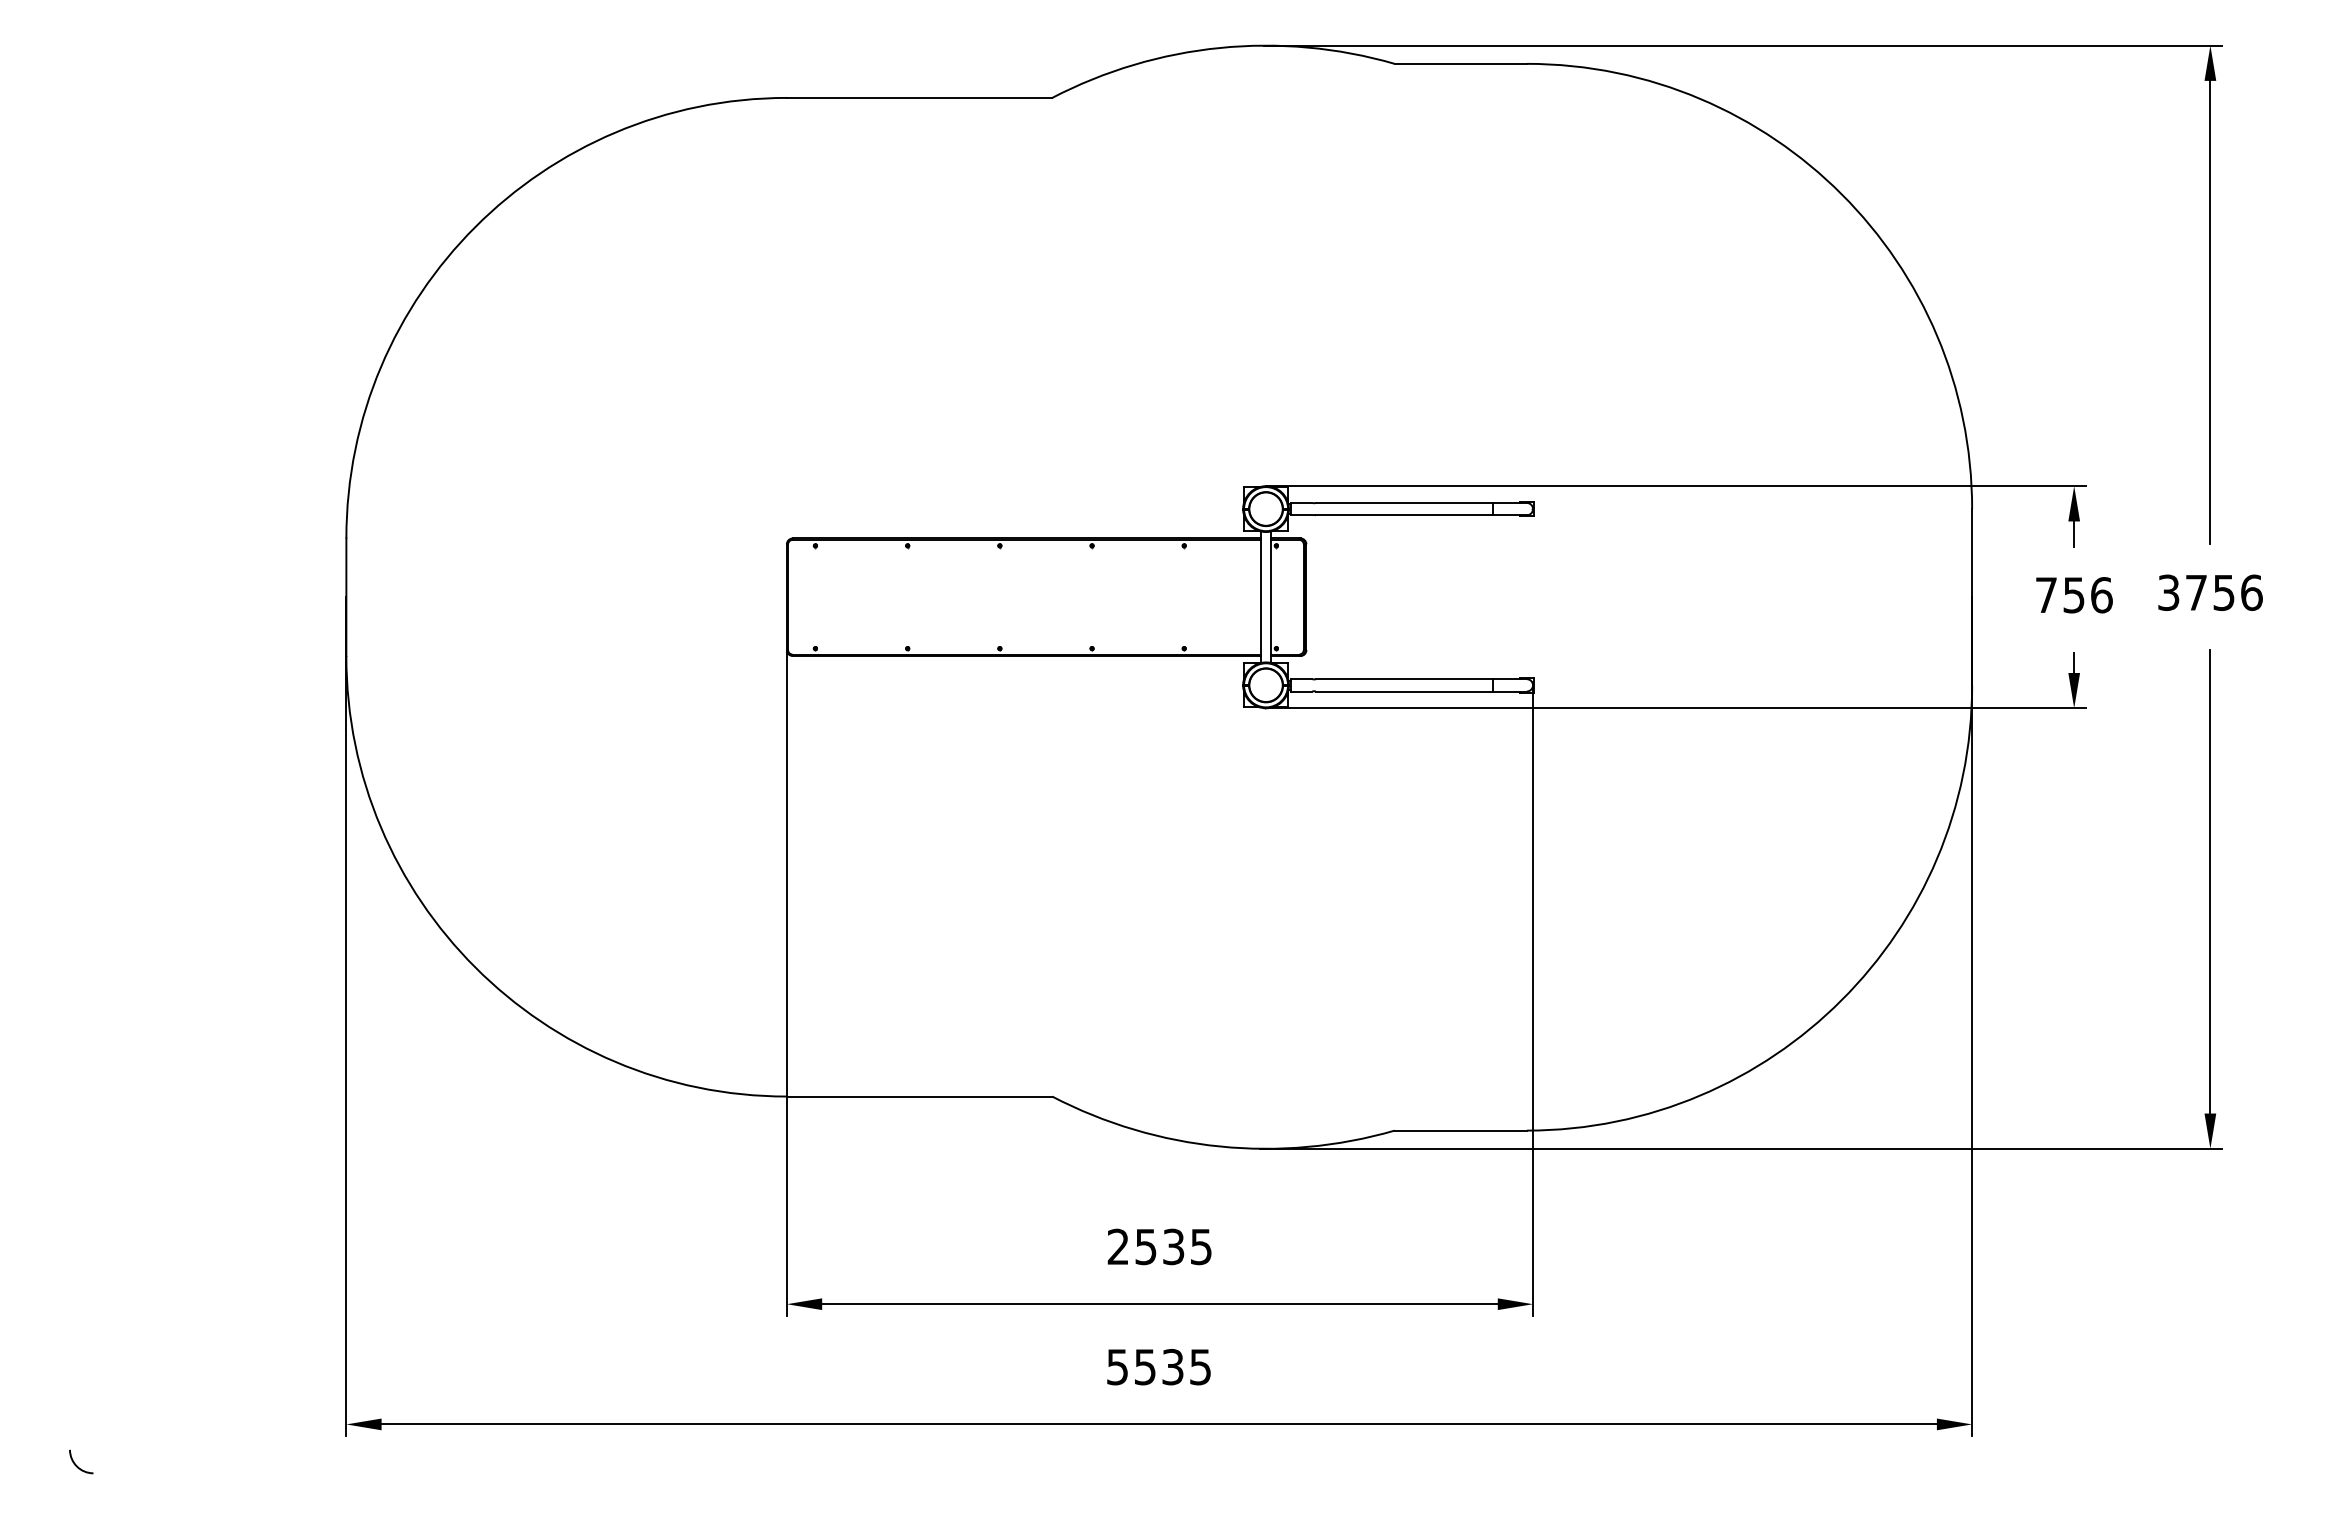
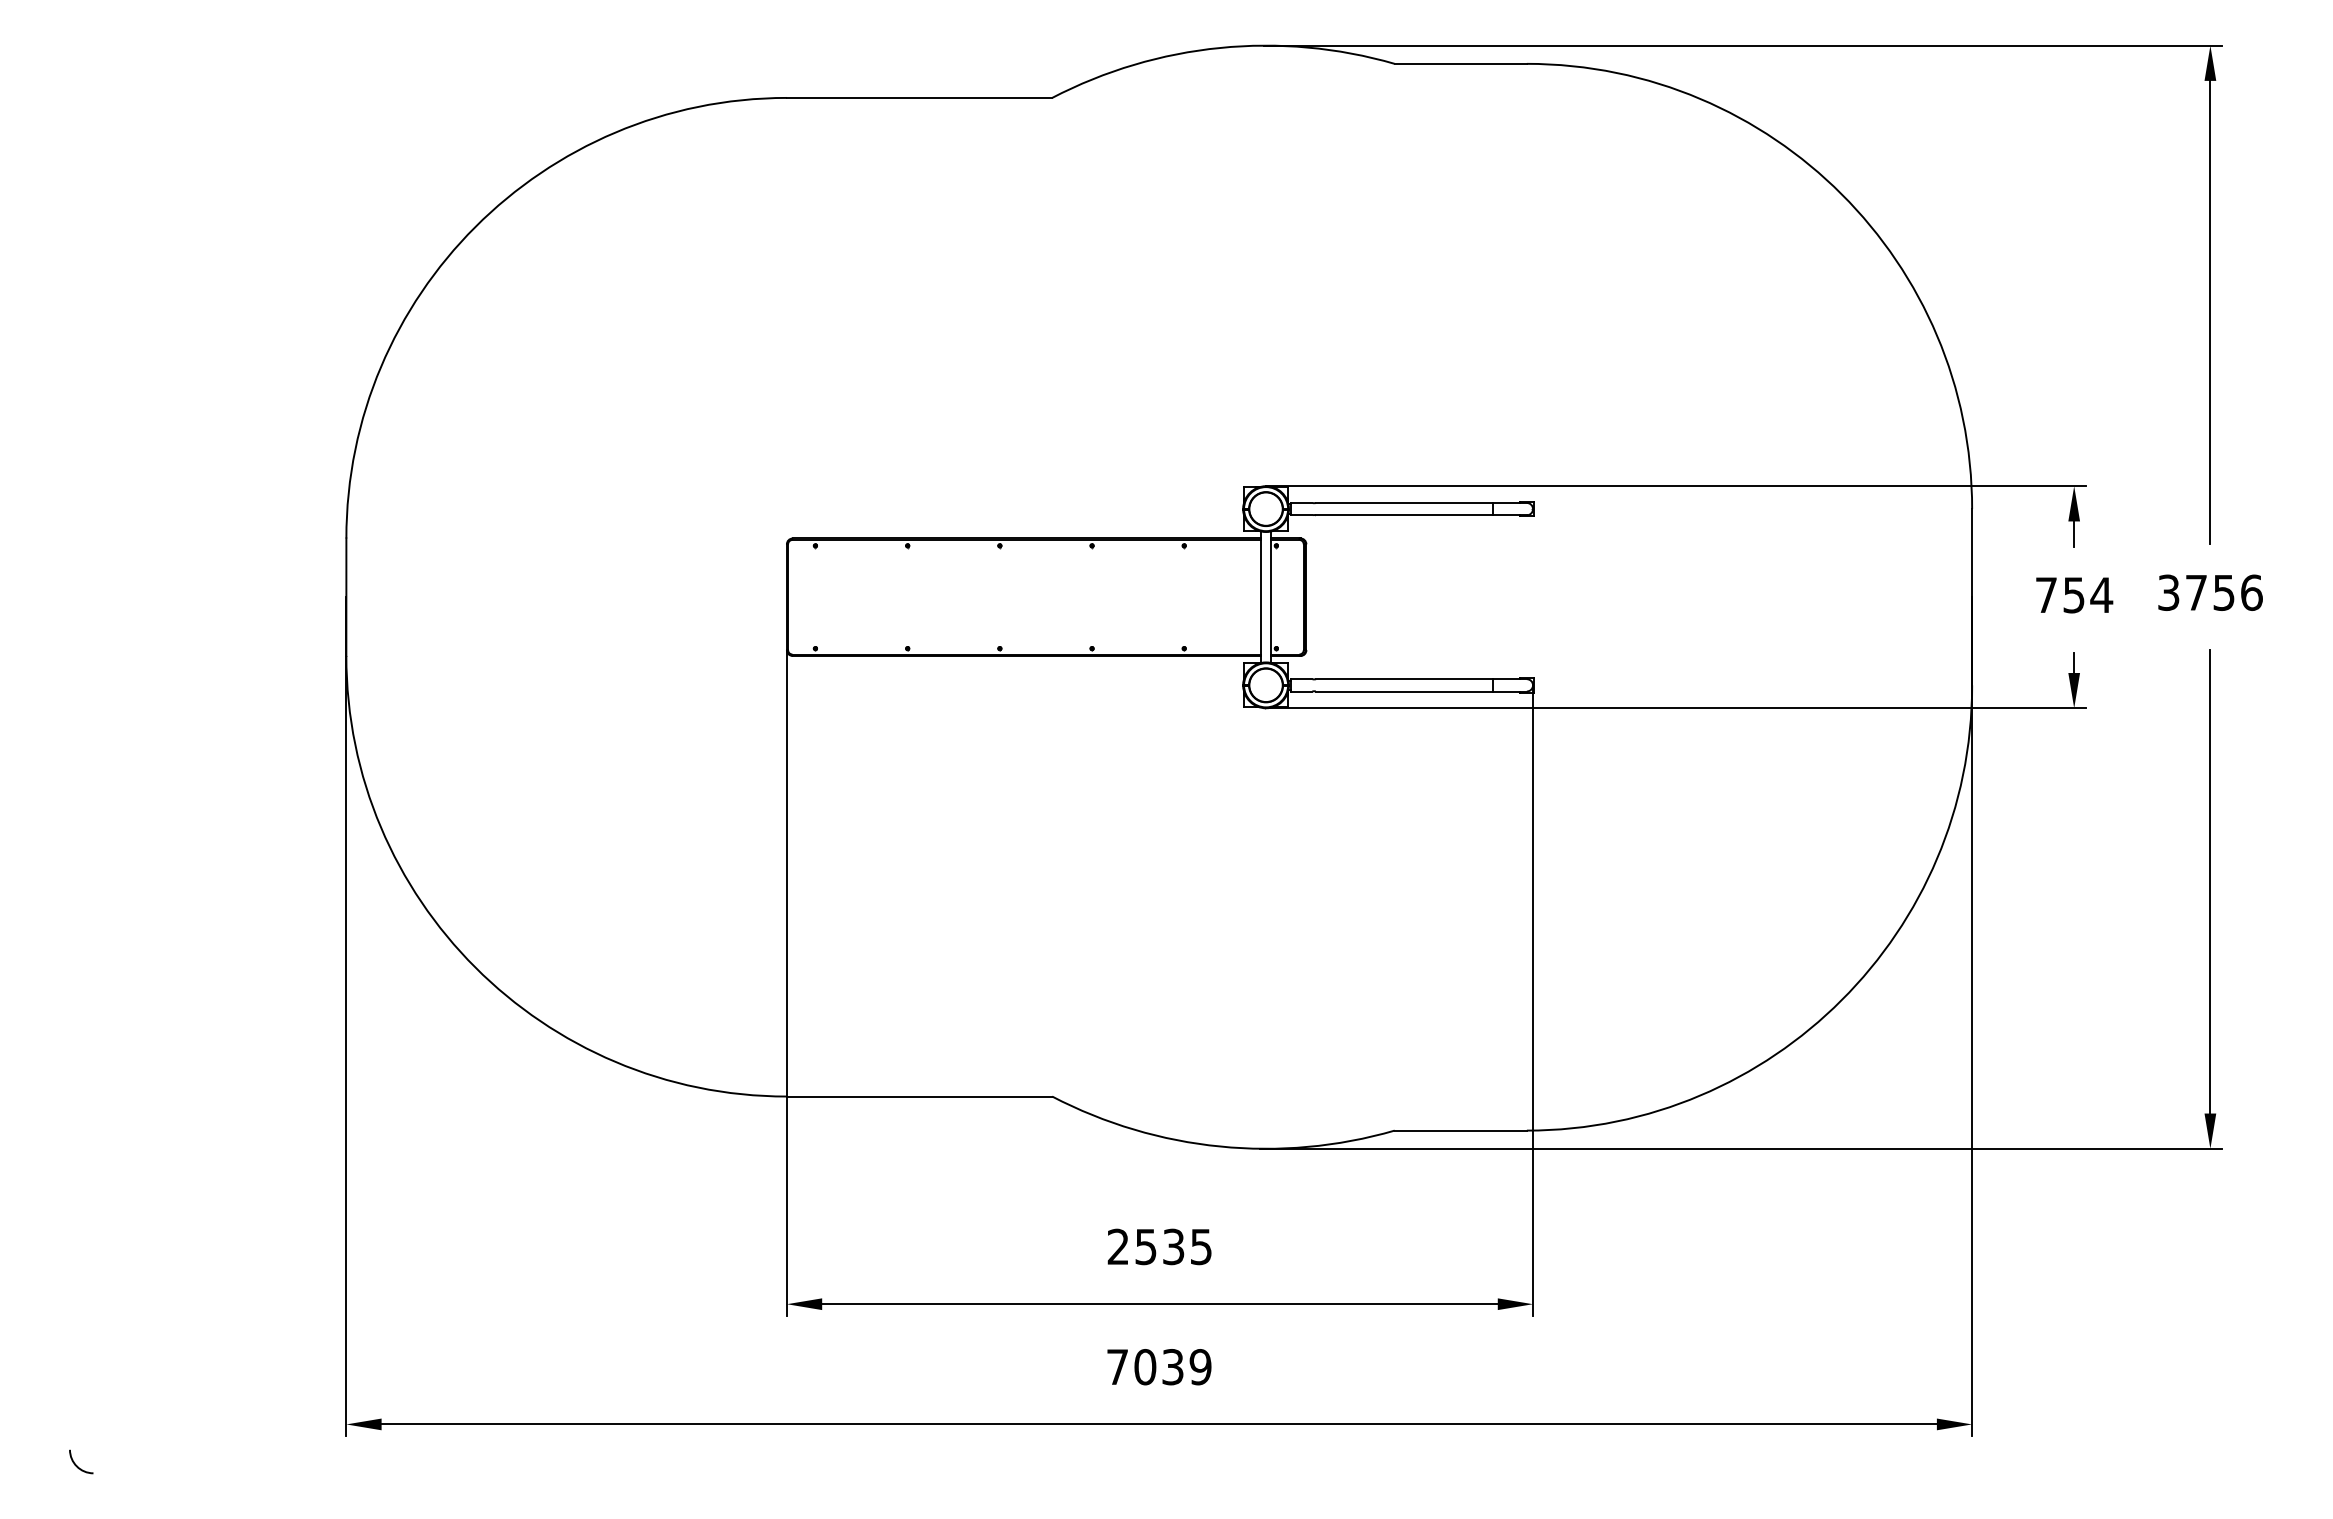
text at (2101, 595): 756 -> 754
text at (1159, 1367): 5535 -> 7039
